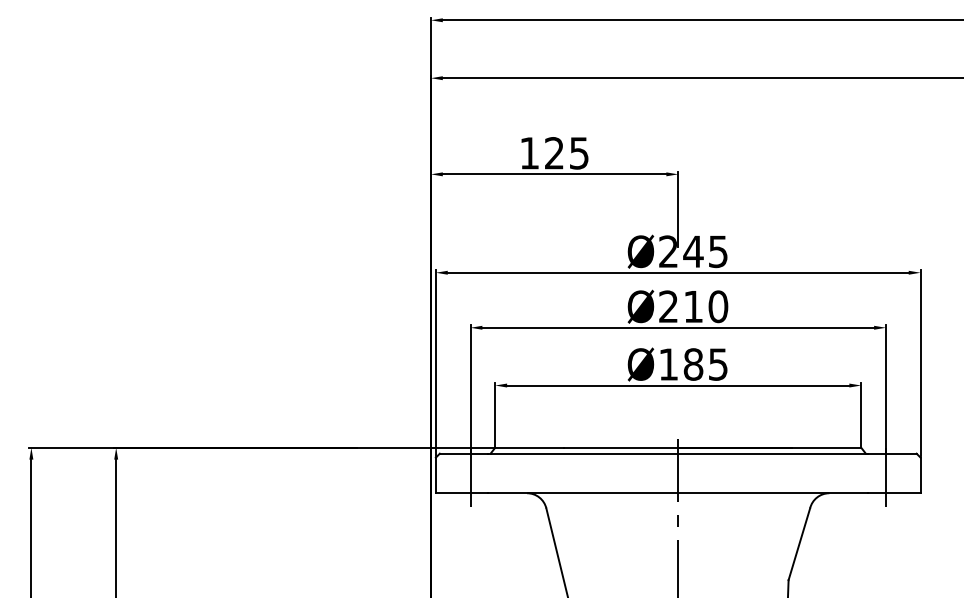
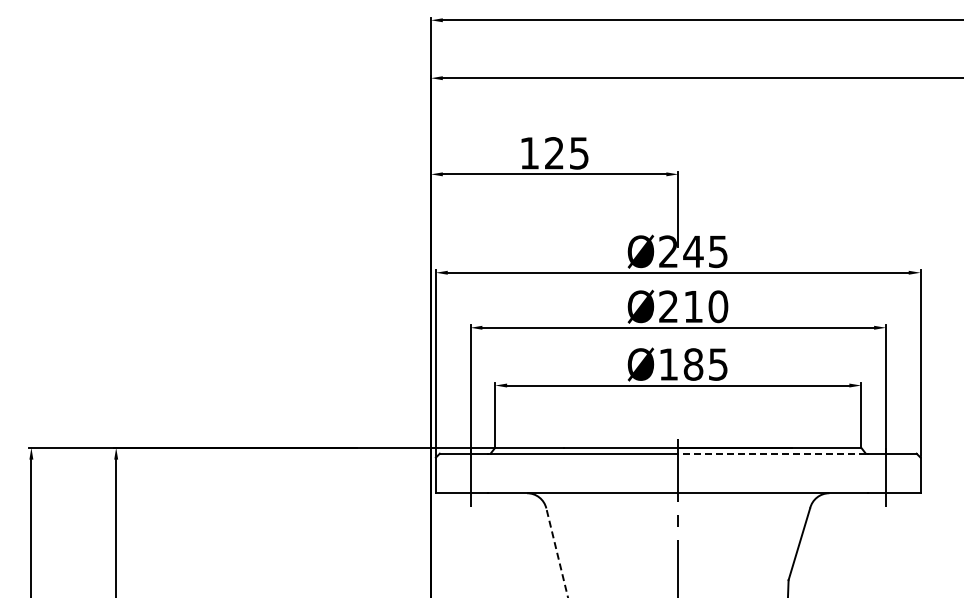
line at (772, 453): solid -> dashed
line at (557, 553): solid -> dashed
